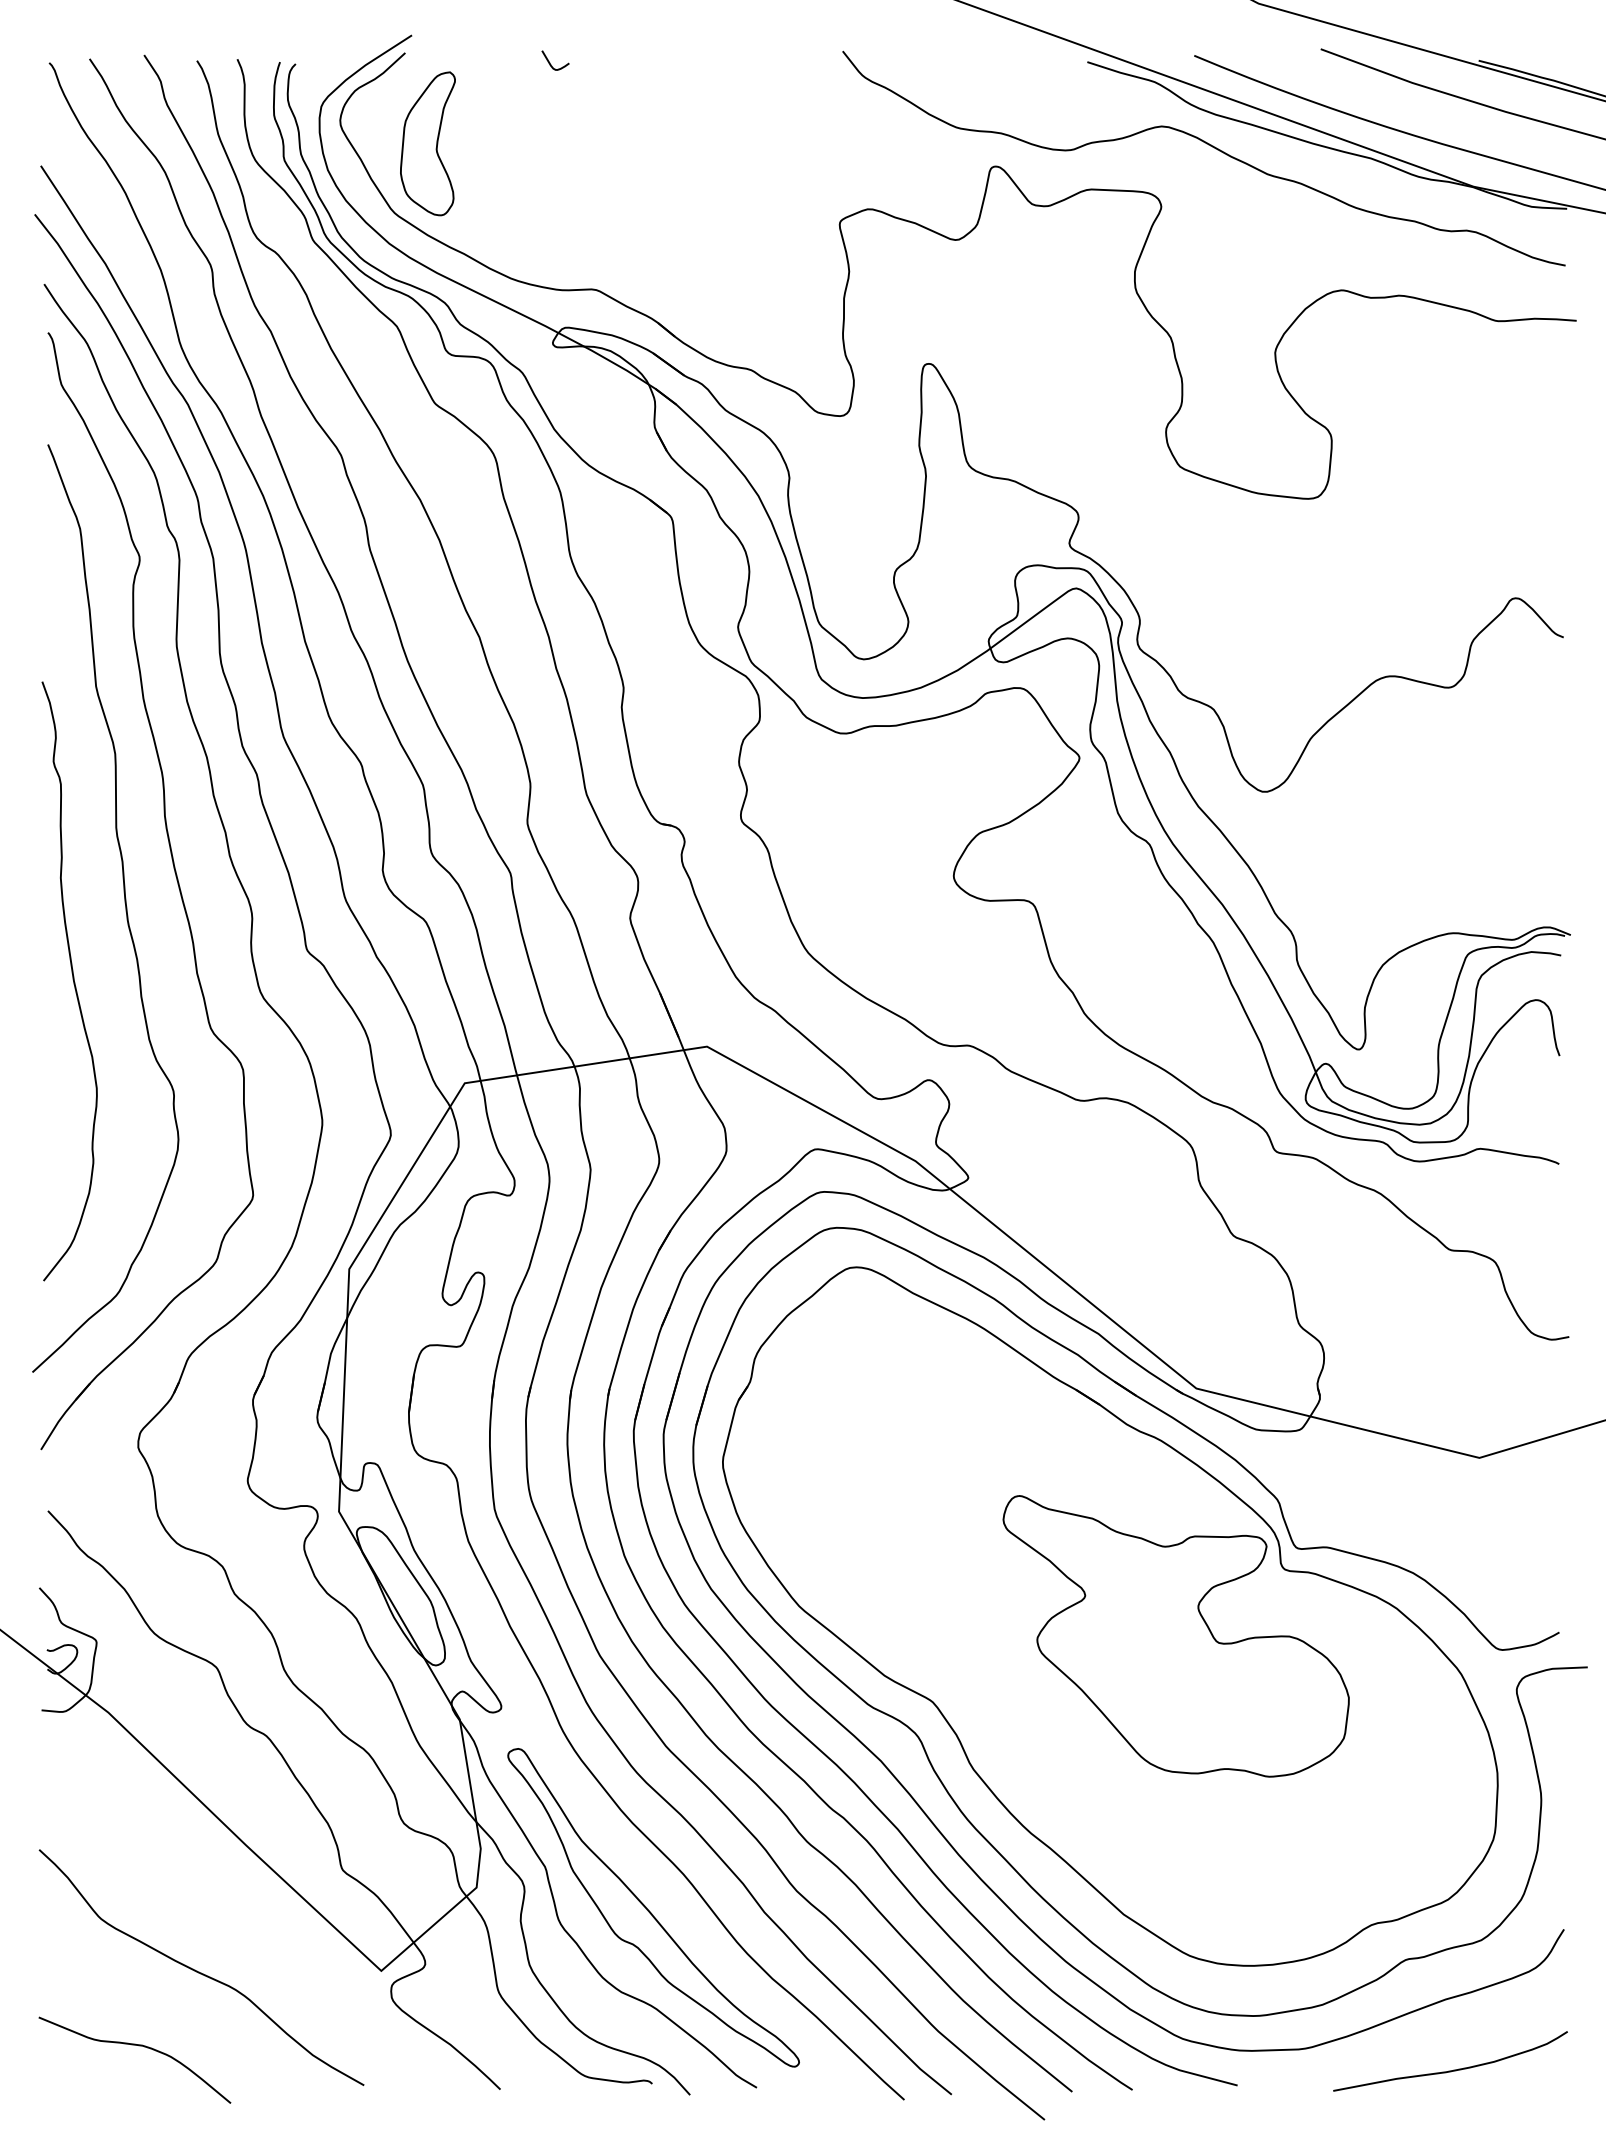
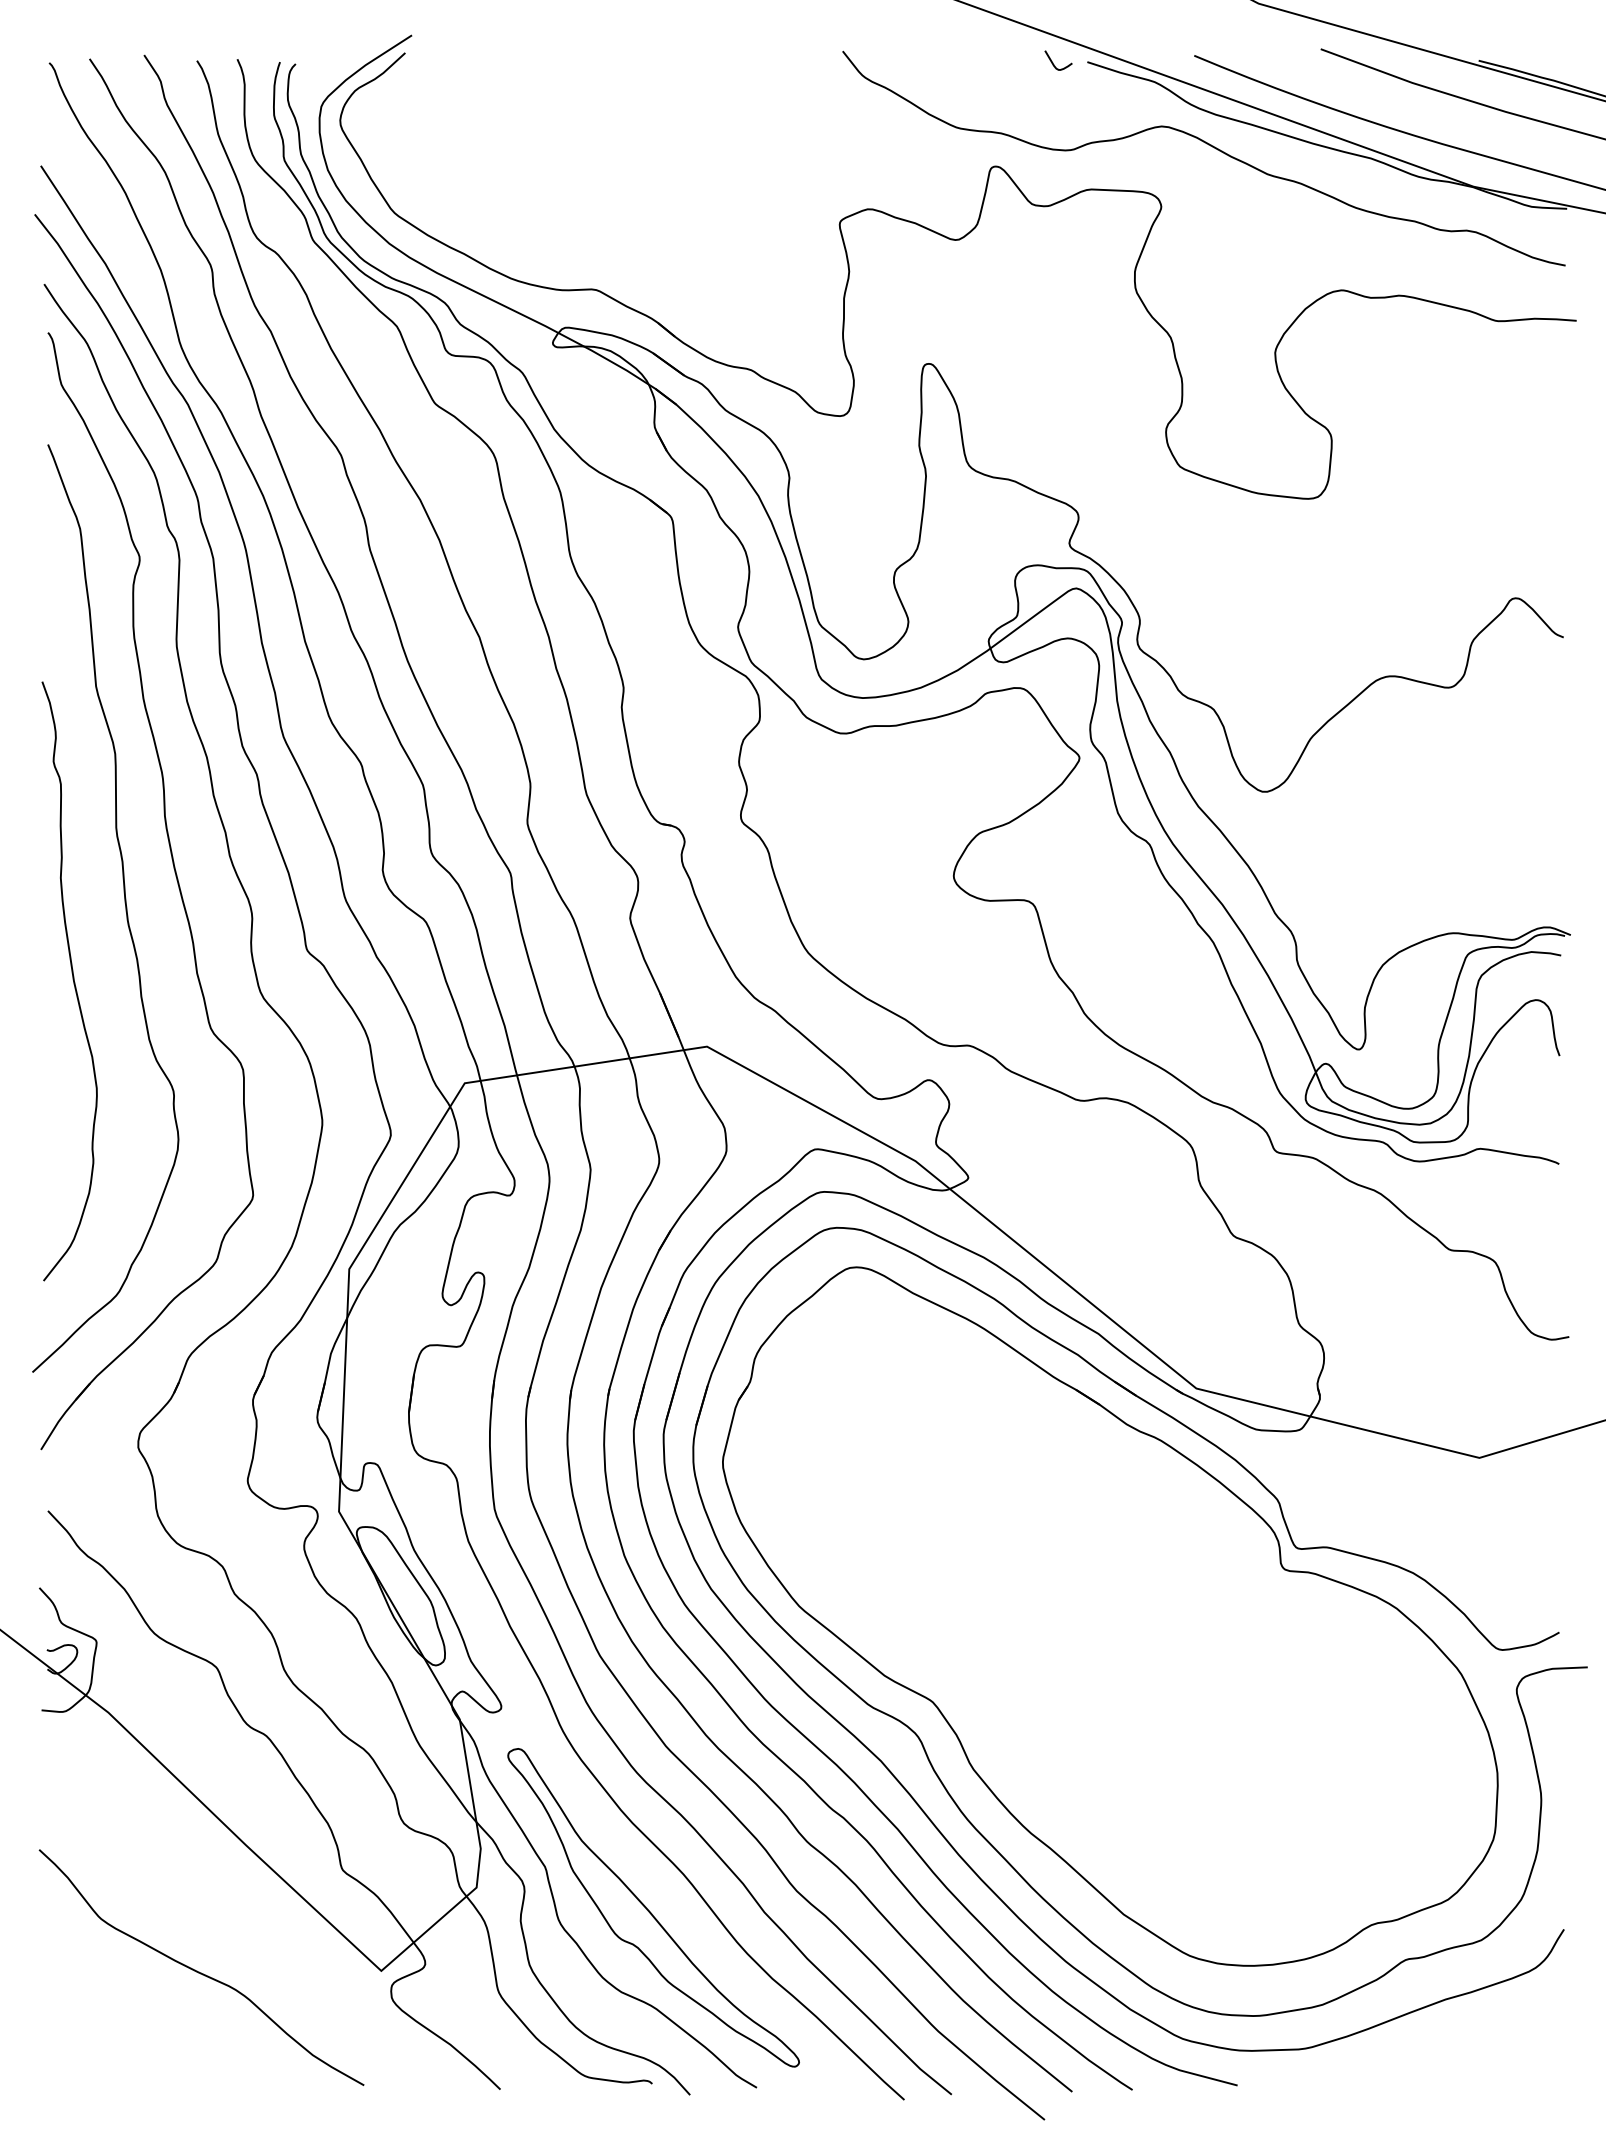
curve at (550, 62) position: (550, 62) -> (1053, 62)
part at (427, 143): present -> none
part at (1175, 1636): present -> none
curve at (138, 2046): present -> none
curve at (1453, 2069): present -> none
